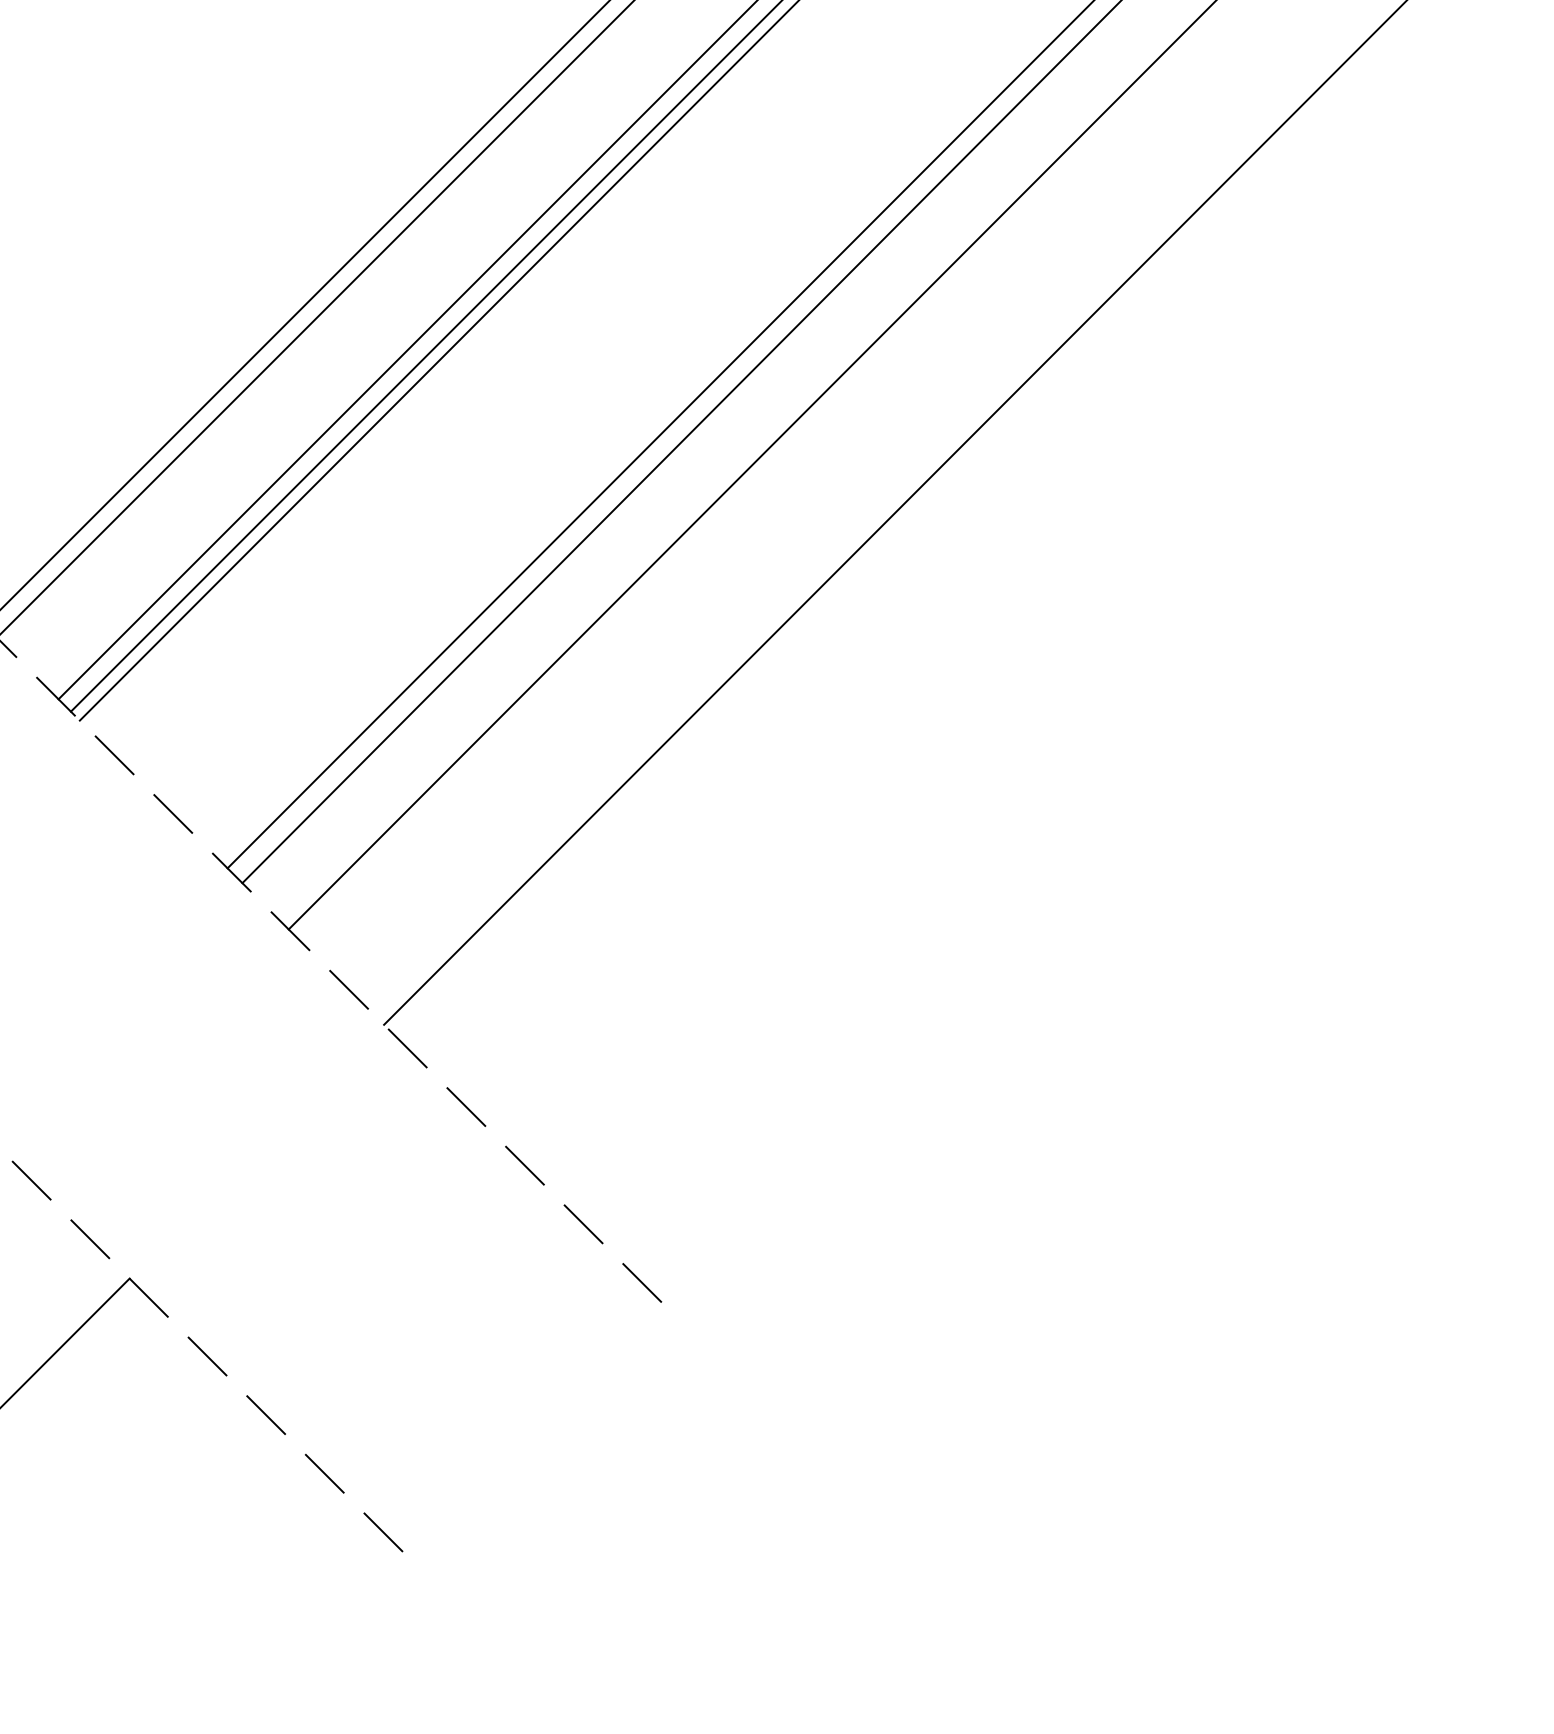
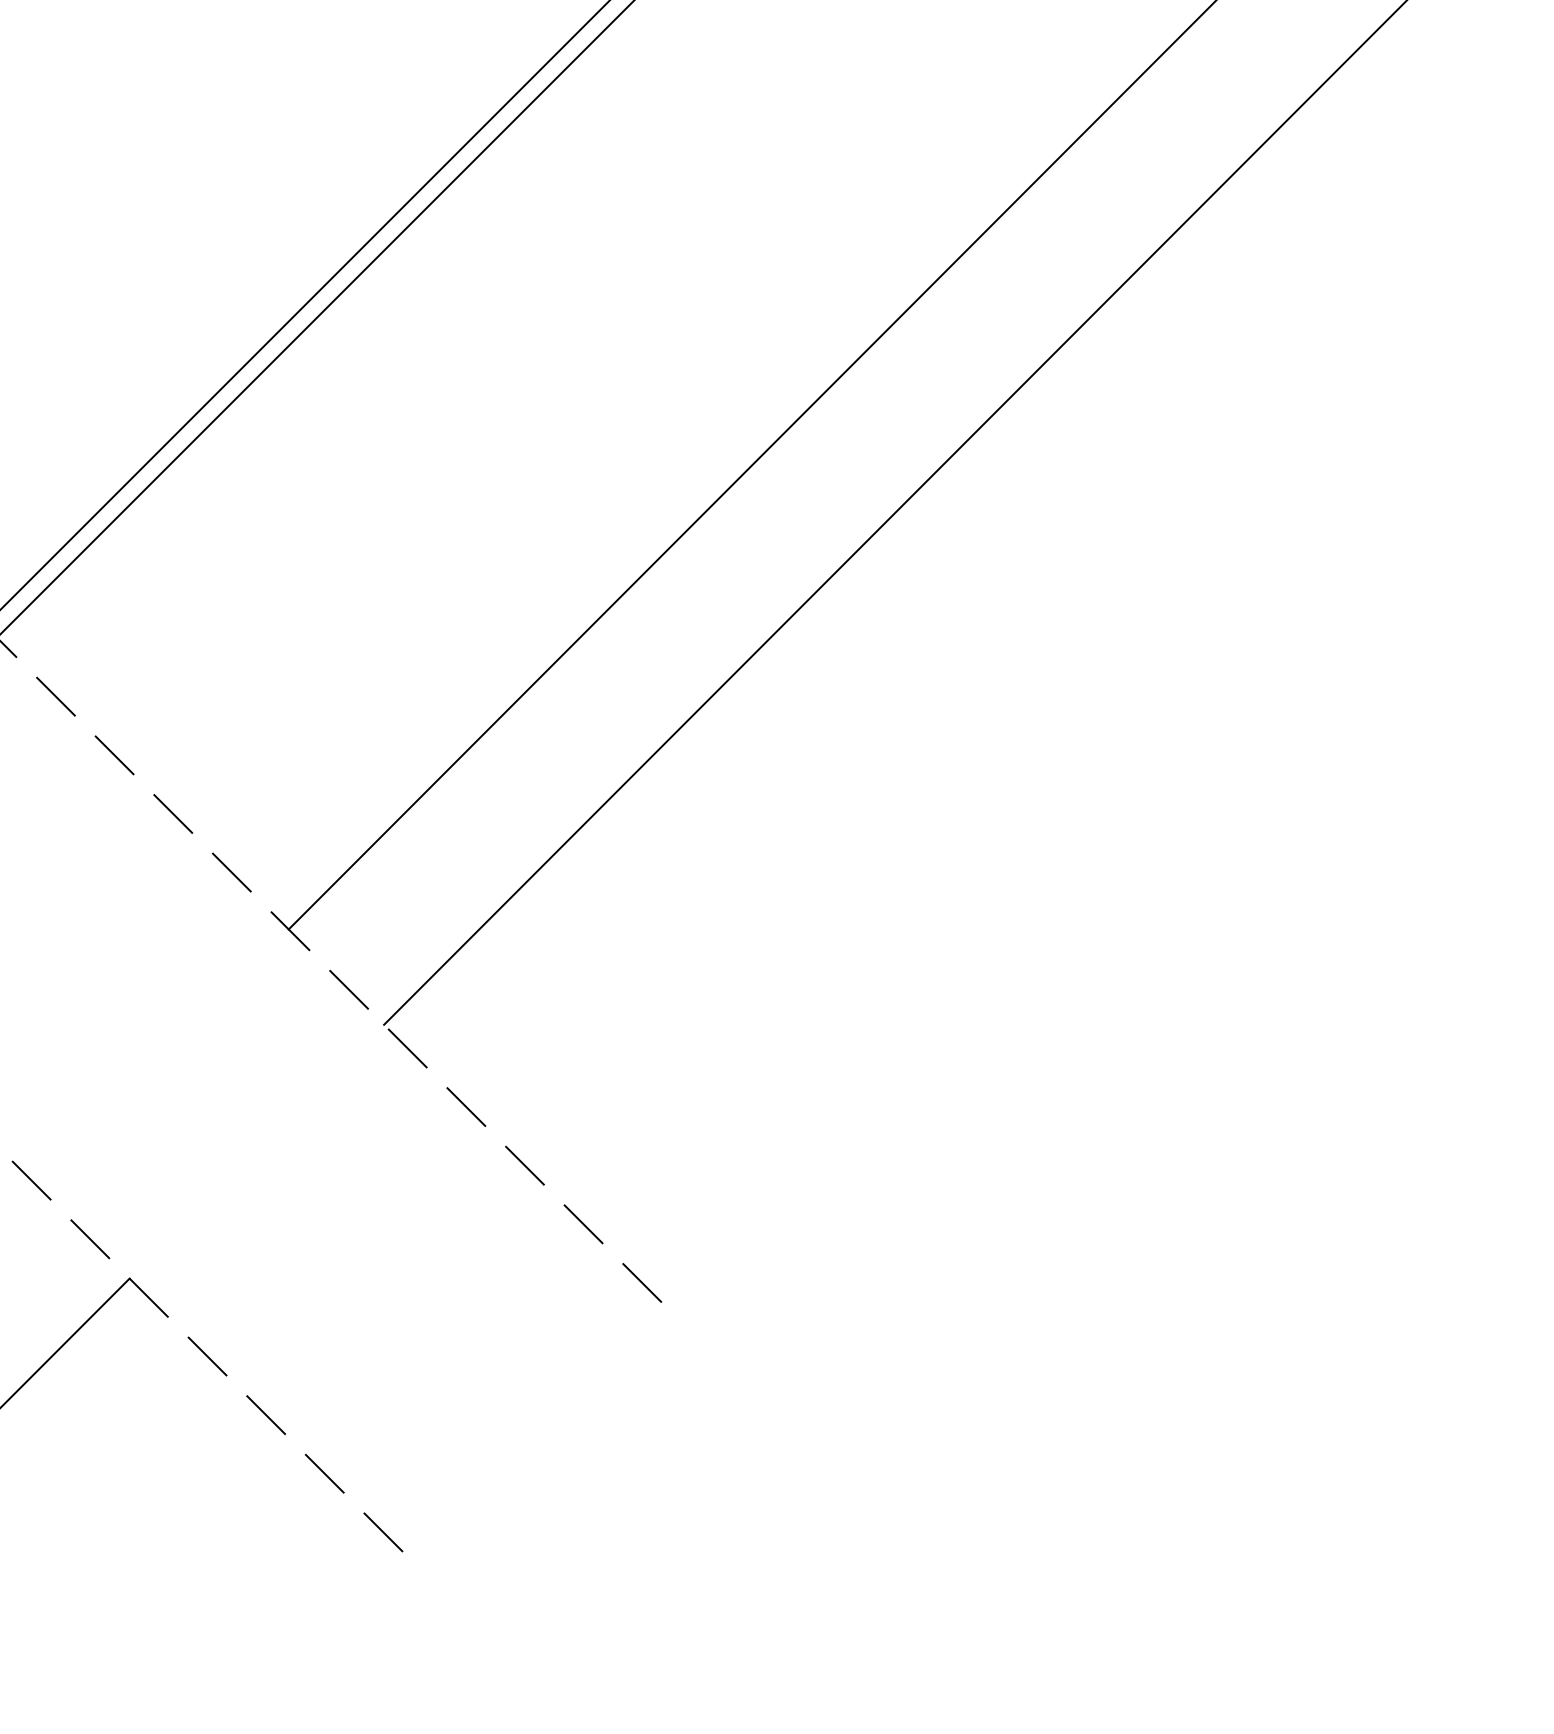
line at (406, 350): present -> none
line at (425, 356): present -> none
line at (438, 361): present -> none
line at (659, 435): present -> none
line at (680, 442): present -> none
